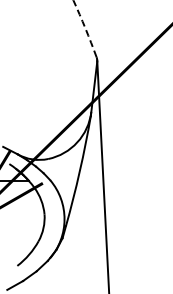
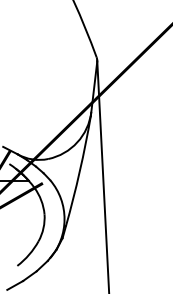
arc at (85, 28): dashed -> solid
